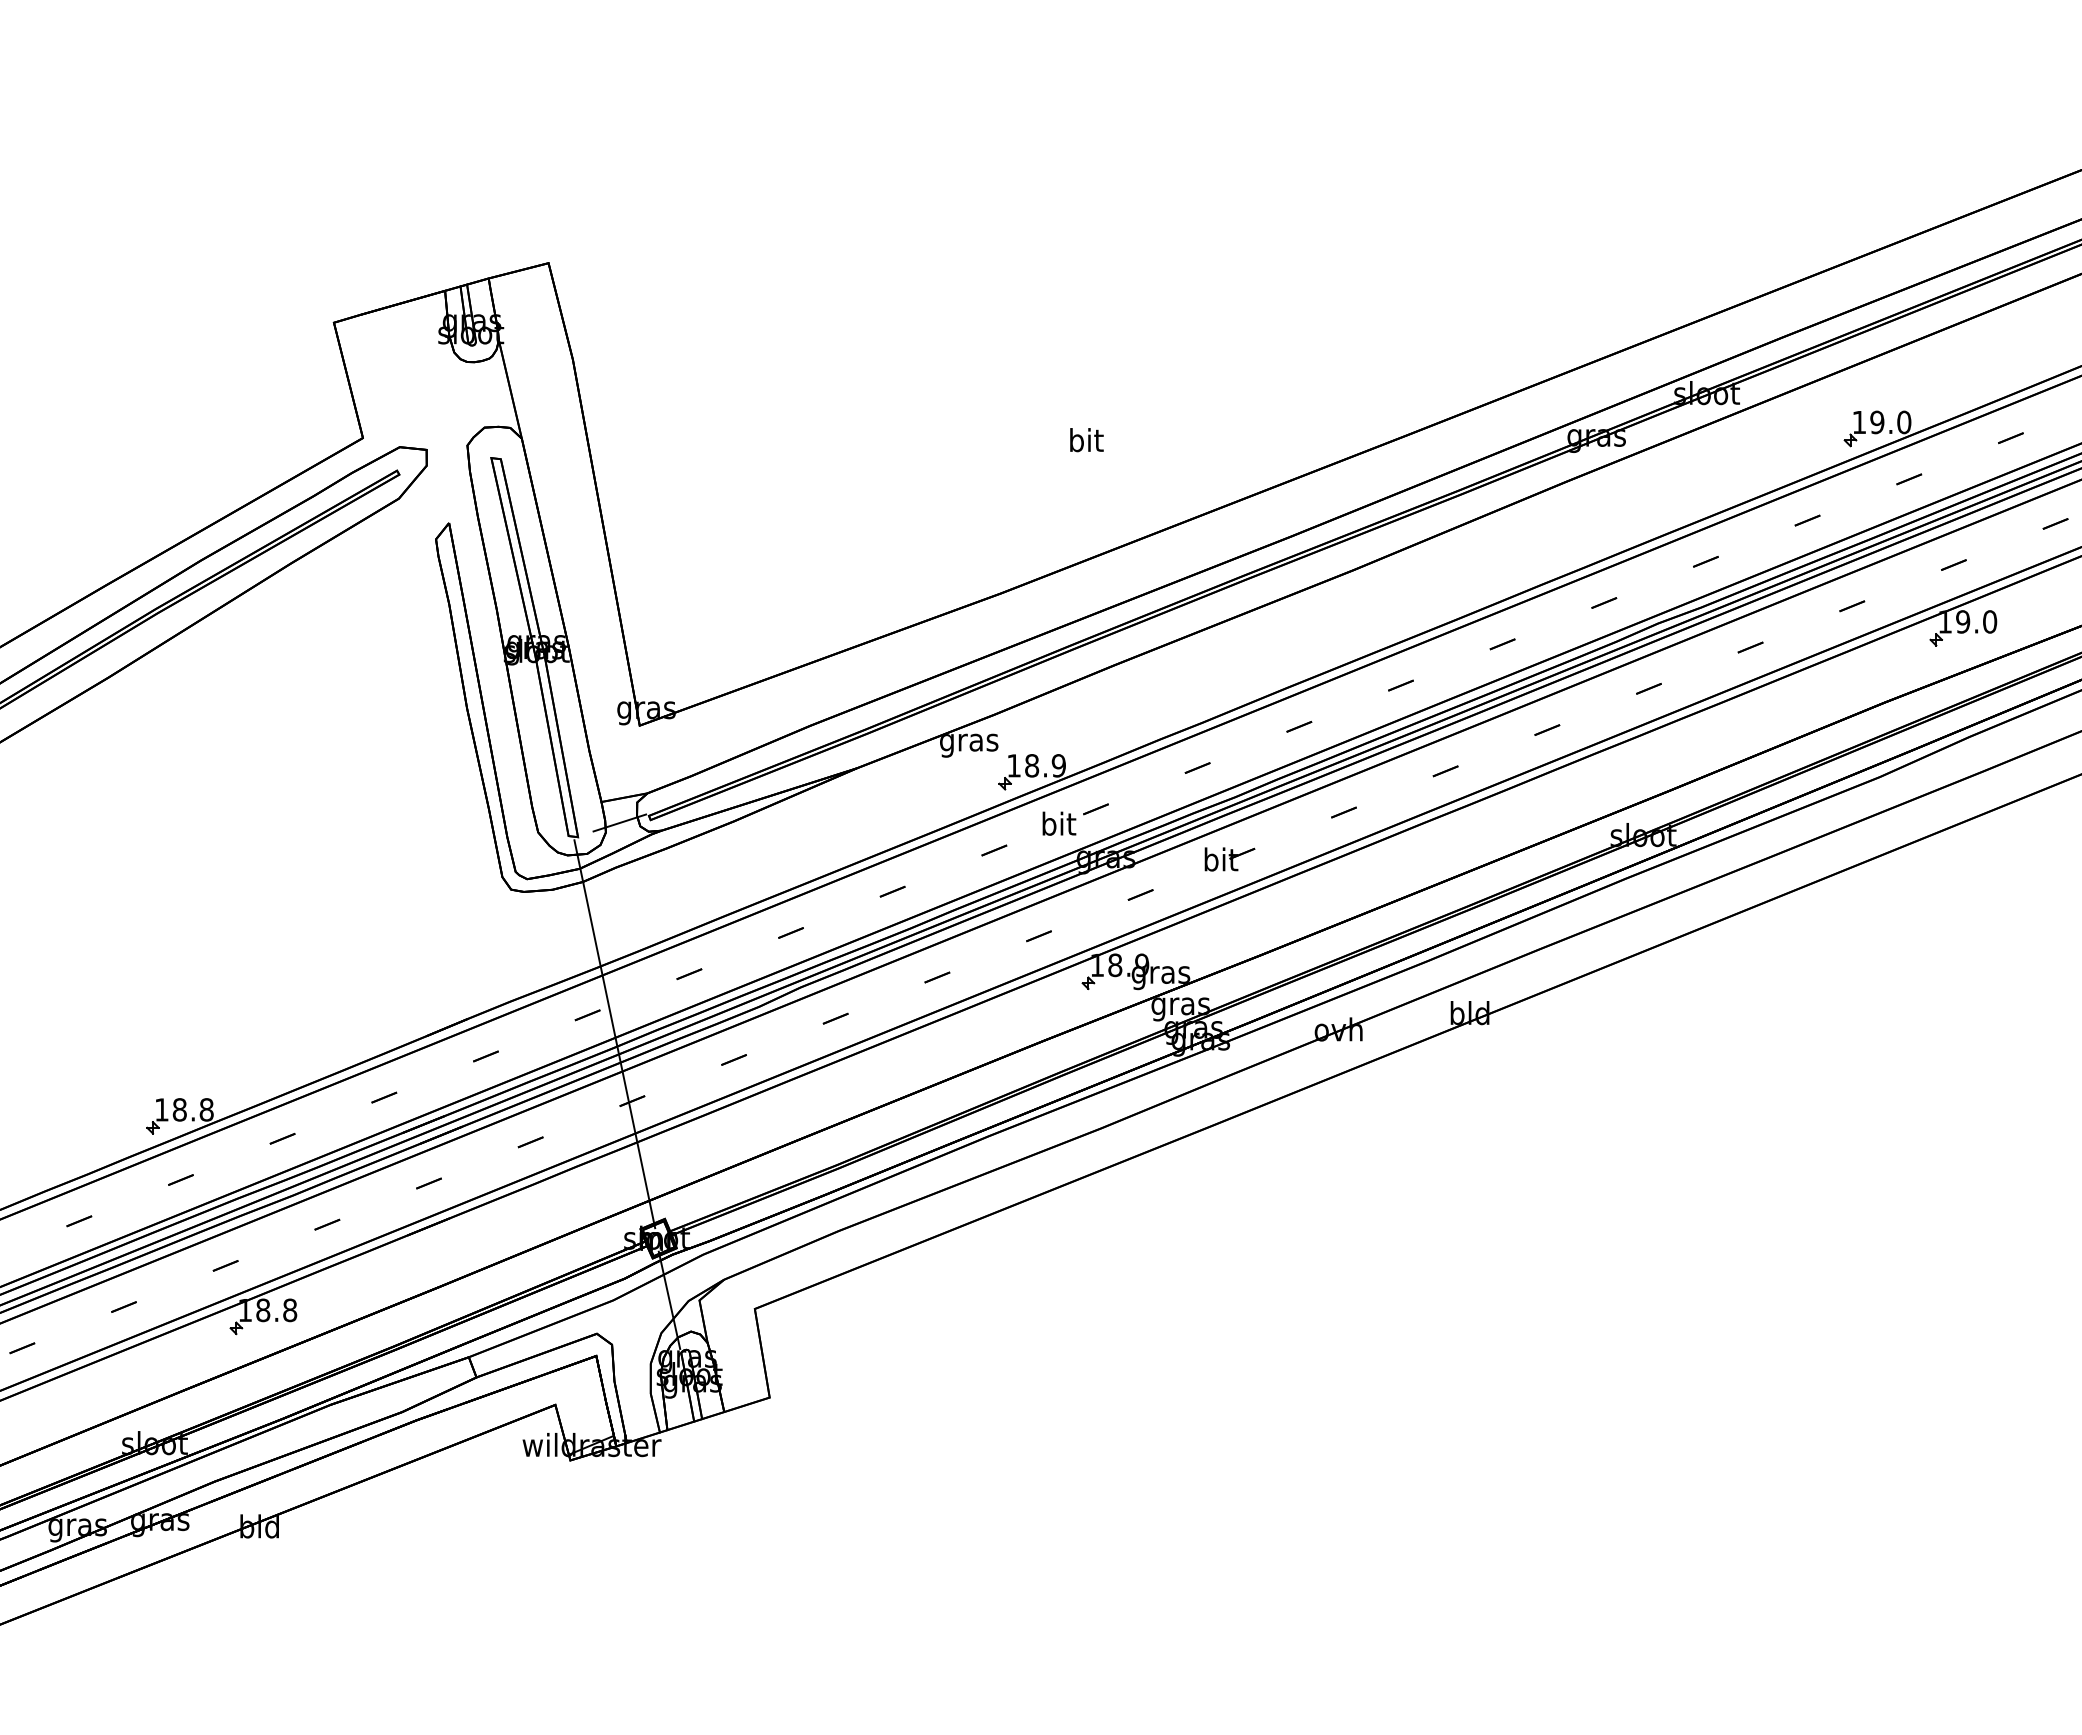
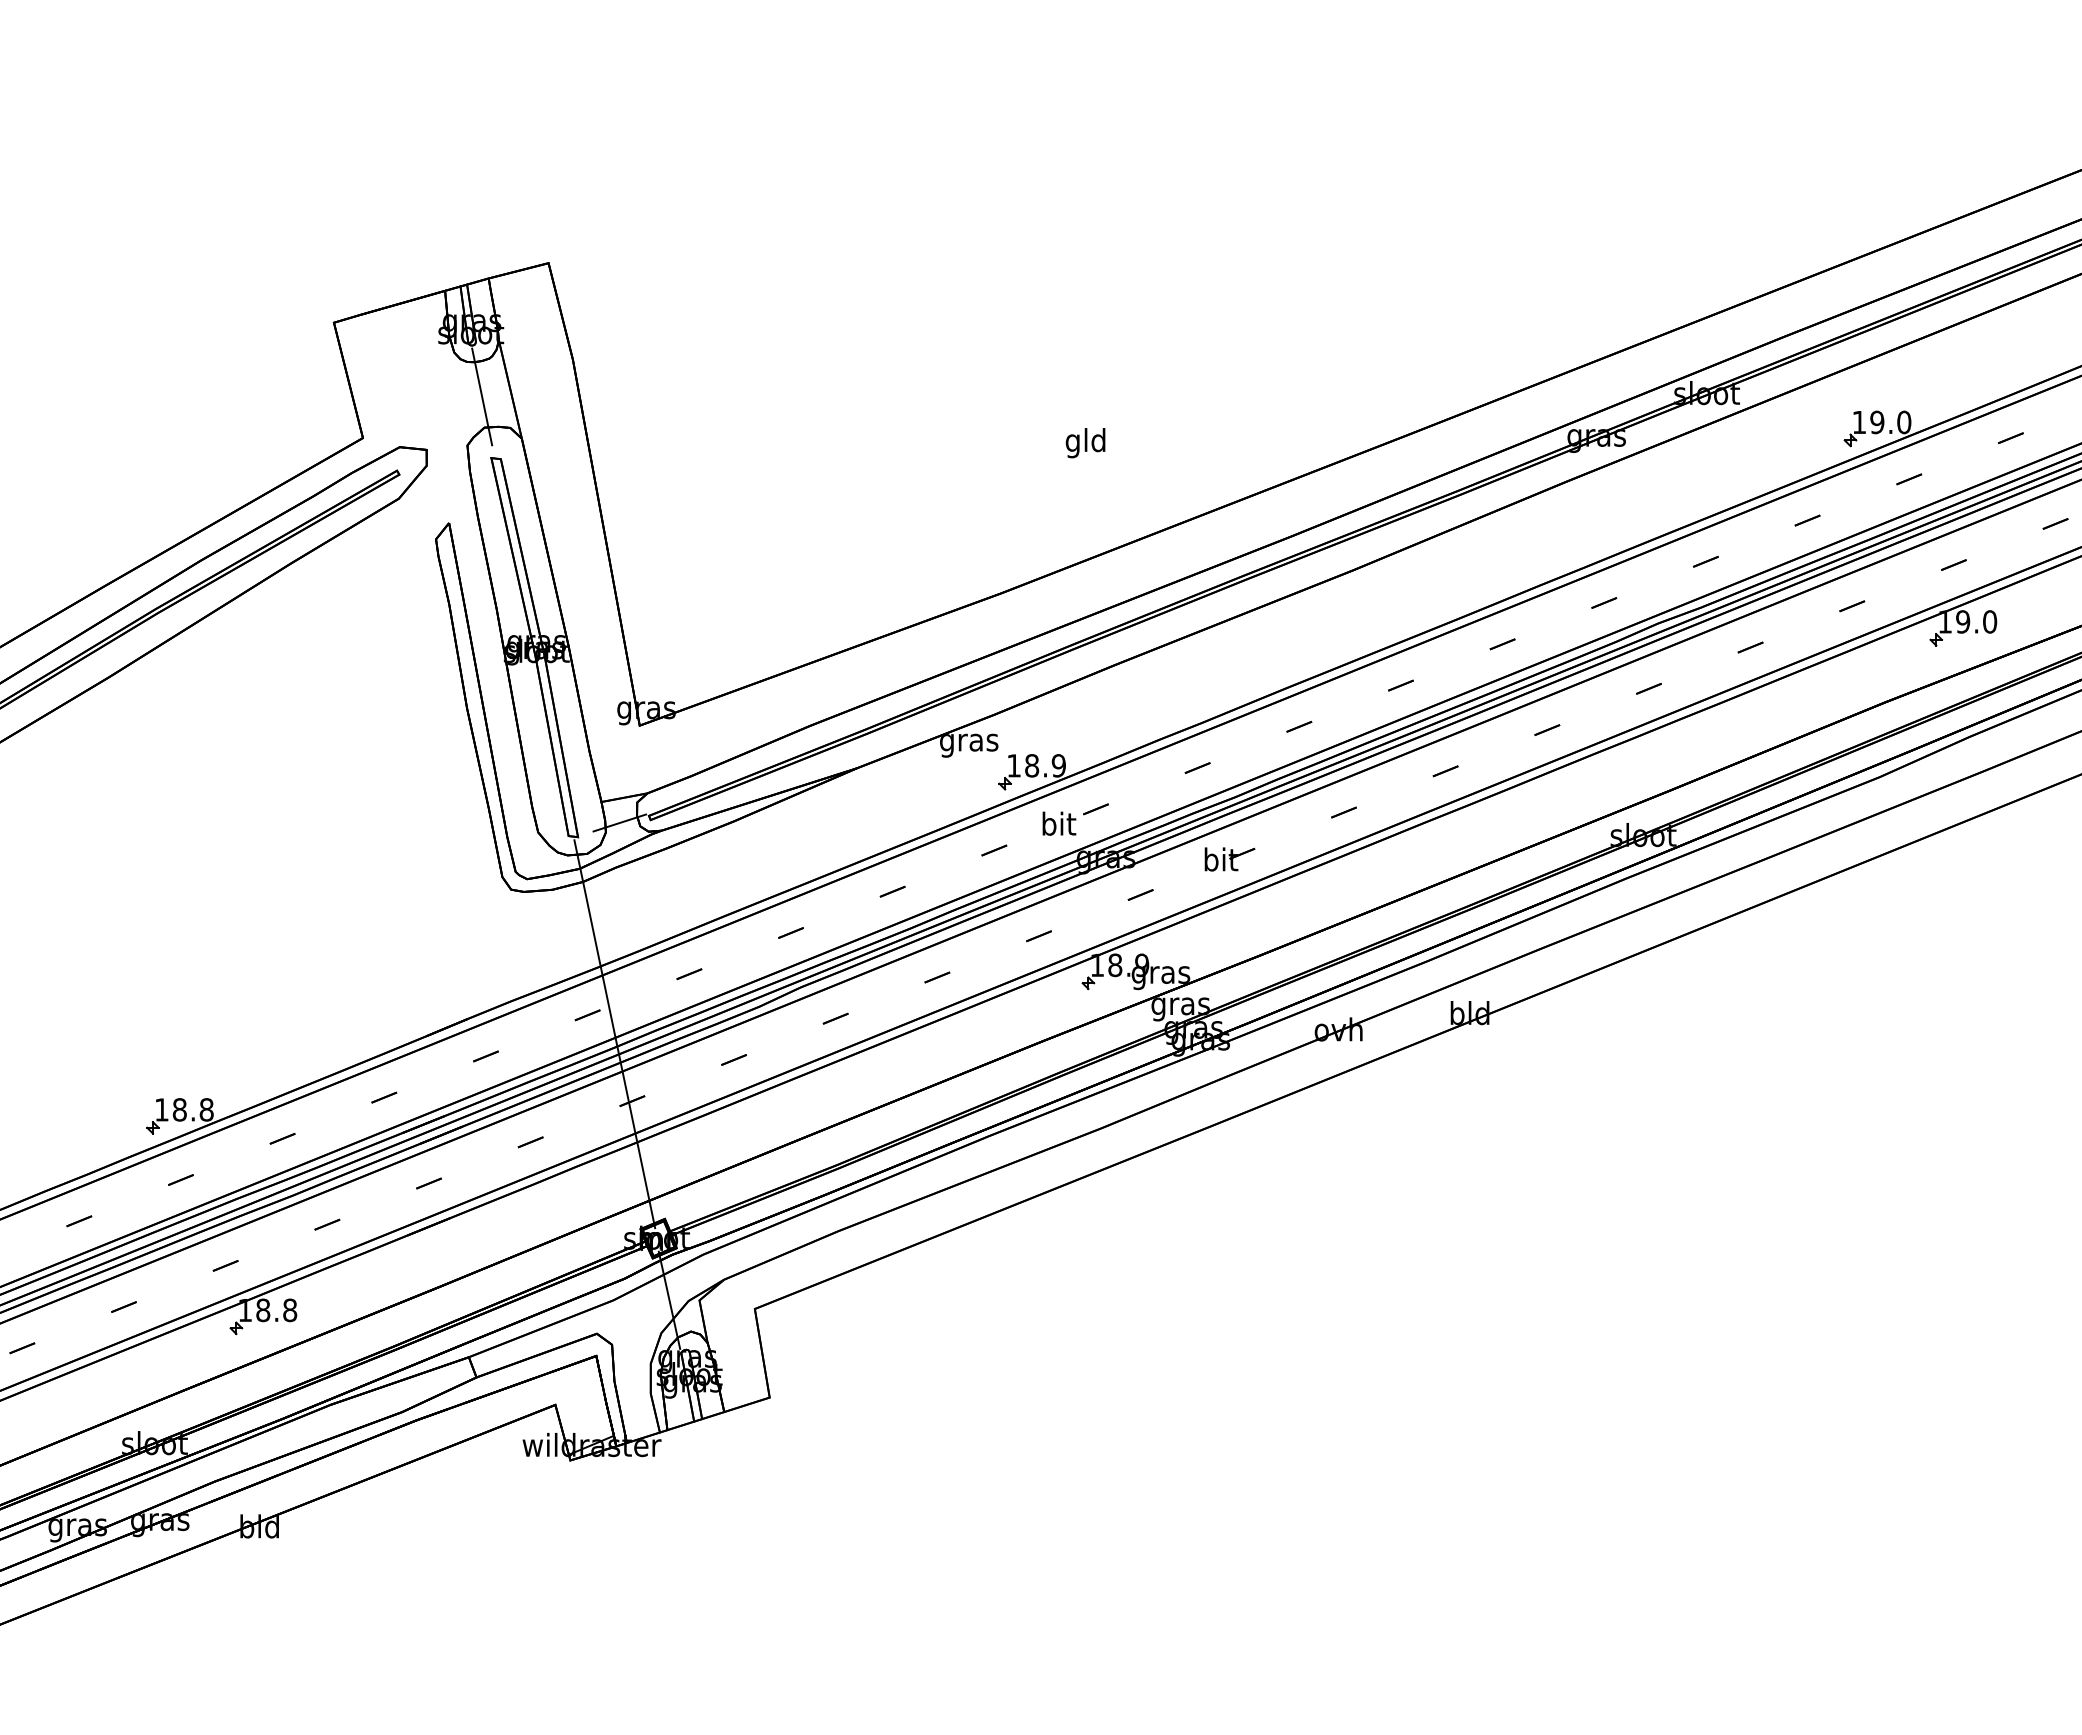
line at (482, 396): none -> present
text at (1085, 443): bit -> gld
